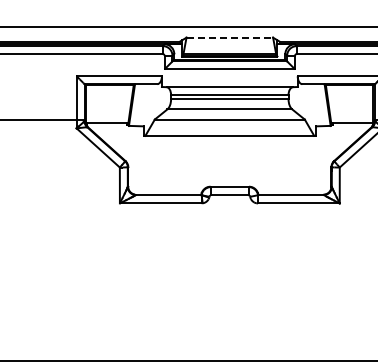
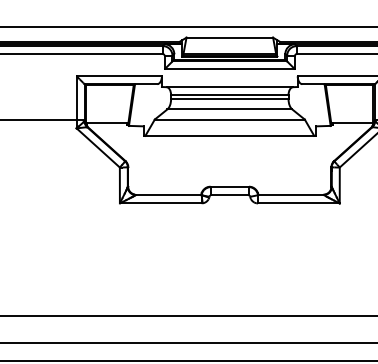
line at (230, 37): dashed -> solid
line at (188, 316): none -> present
line at (188, 343): none -> present
